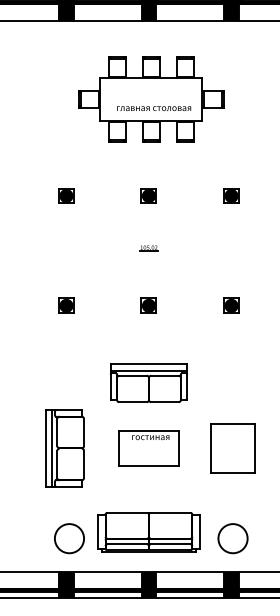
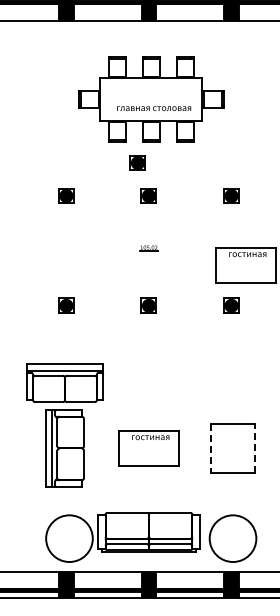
part at (137, 162): none -> present
part at (245, 265): none -> present
part at (148, 382) position: (148, 382) -> (64, 382)
line at (211, 448): solid -> dashed
line at (255, 448): solid -> dashed
circle at (69, 538) diameter: 29 px -> 47 px
circle at (232, 538) diameter: 29 px -> 47 px
